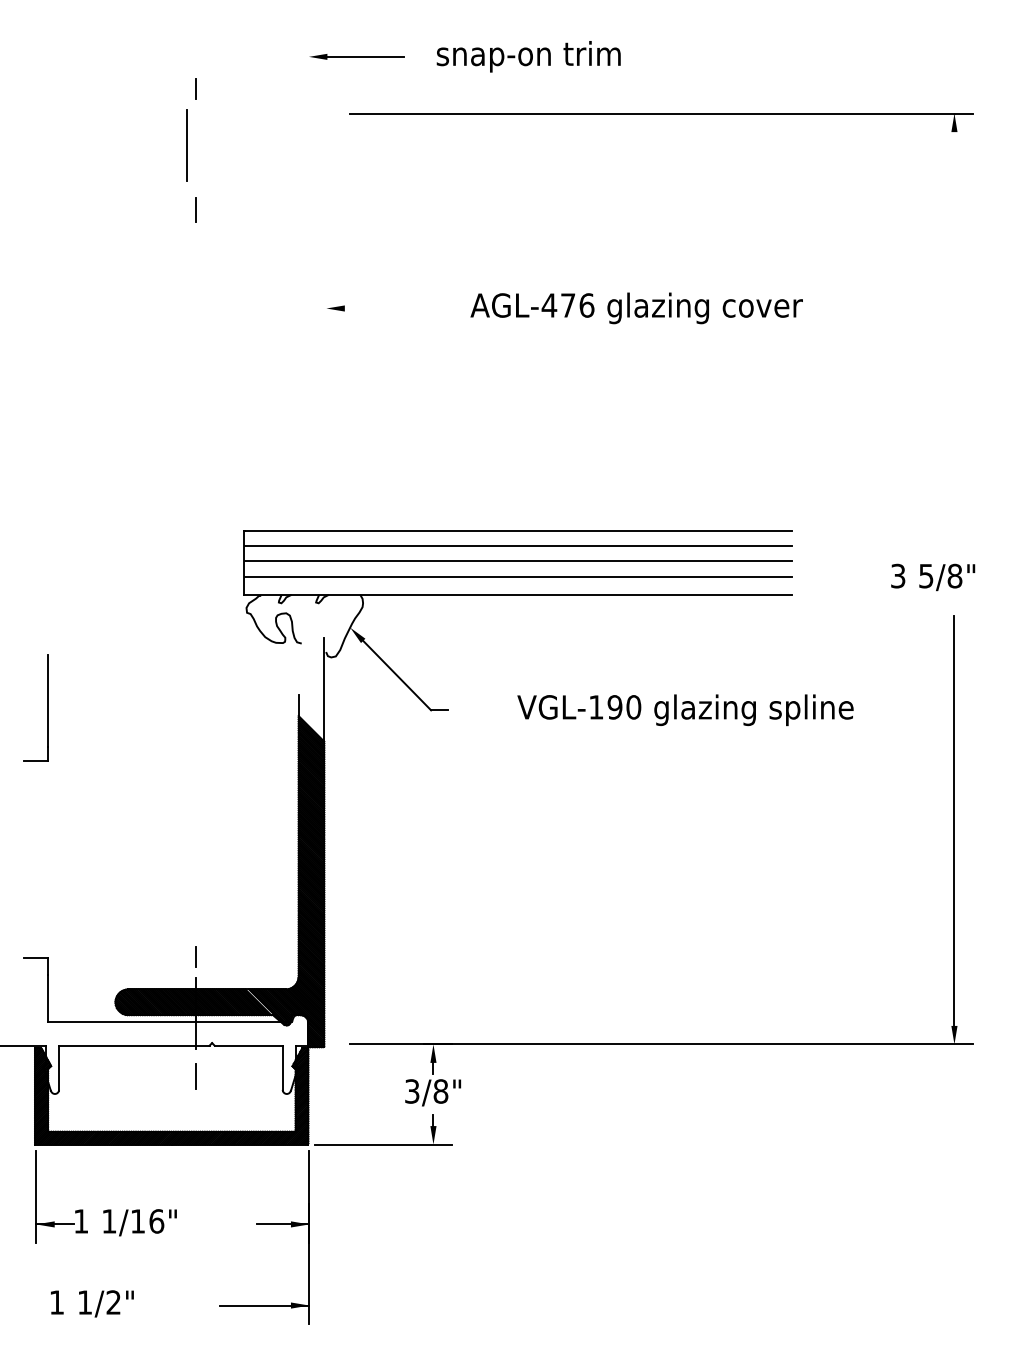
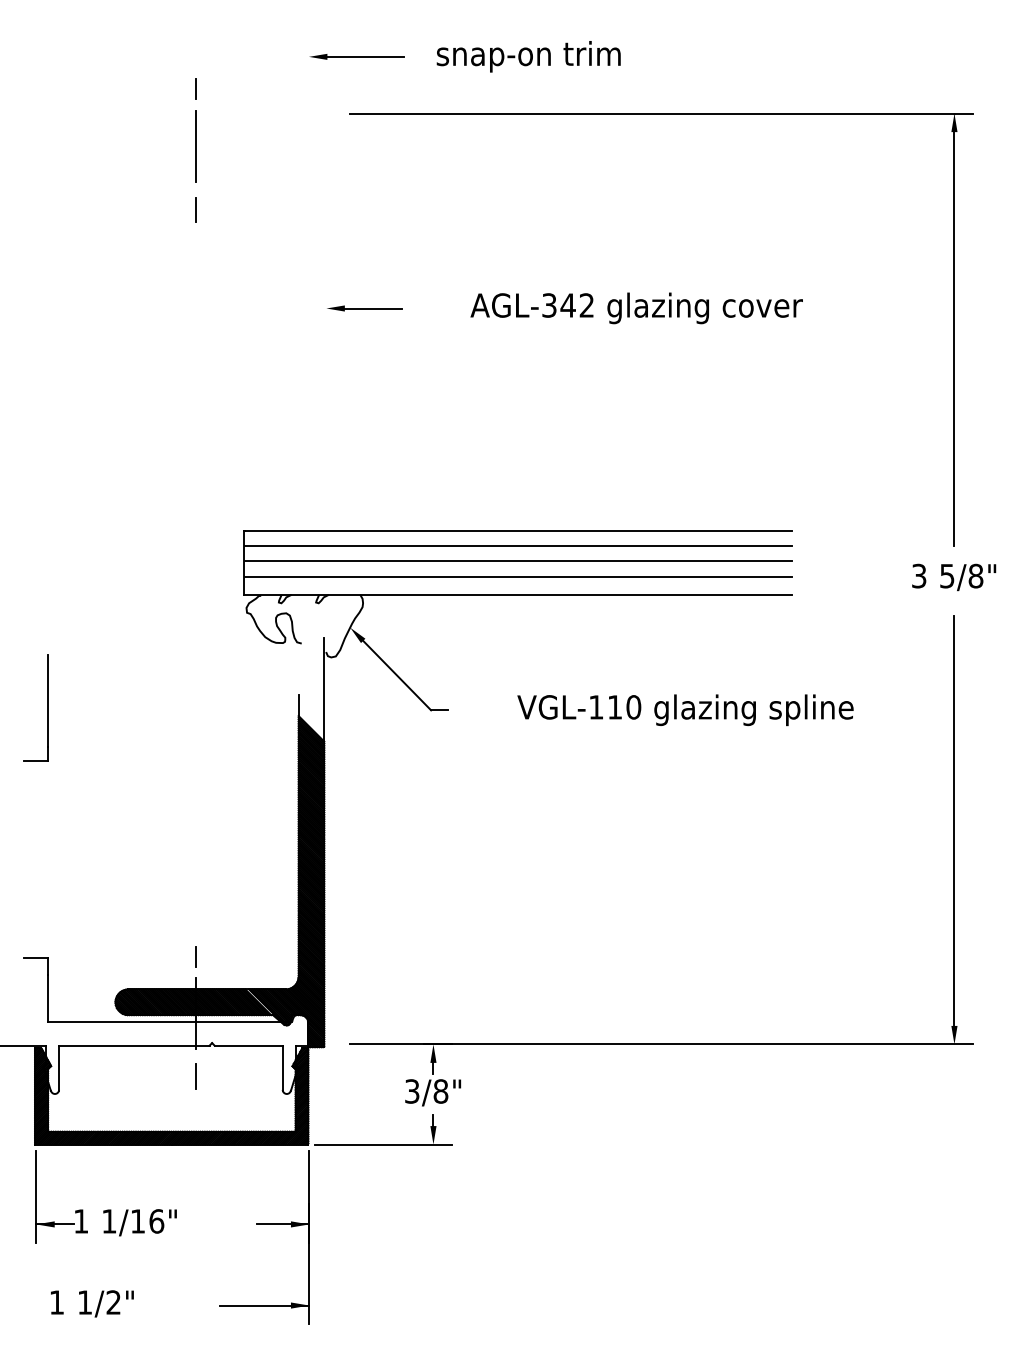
line at (186, 145) position: (186, 145) -> (195, 146)
text at (567, 305): AGL-476 -> AGL-342
line at (372, 308): none -> present
line at (954, 338): none -> present
text at (933, 577) position: (933, 577) -> (954, 577)
text at (614, 707): VGL-190 -> VGL-110
